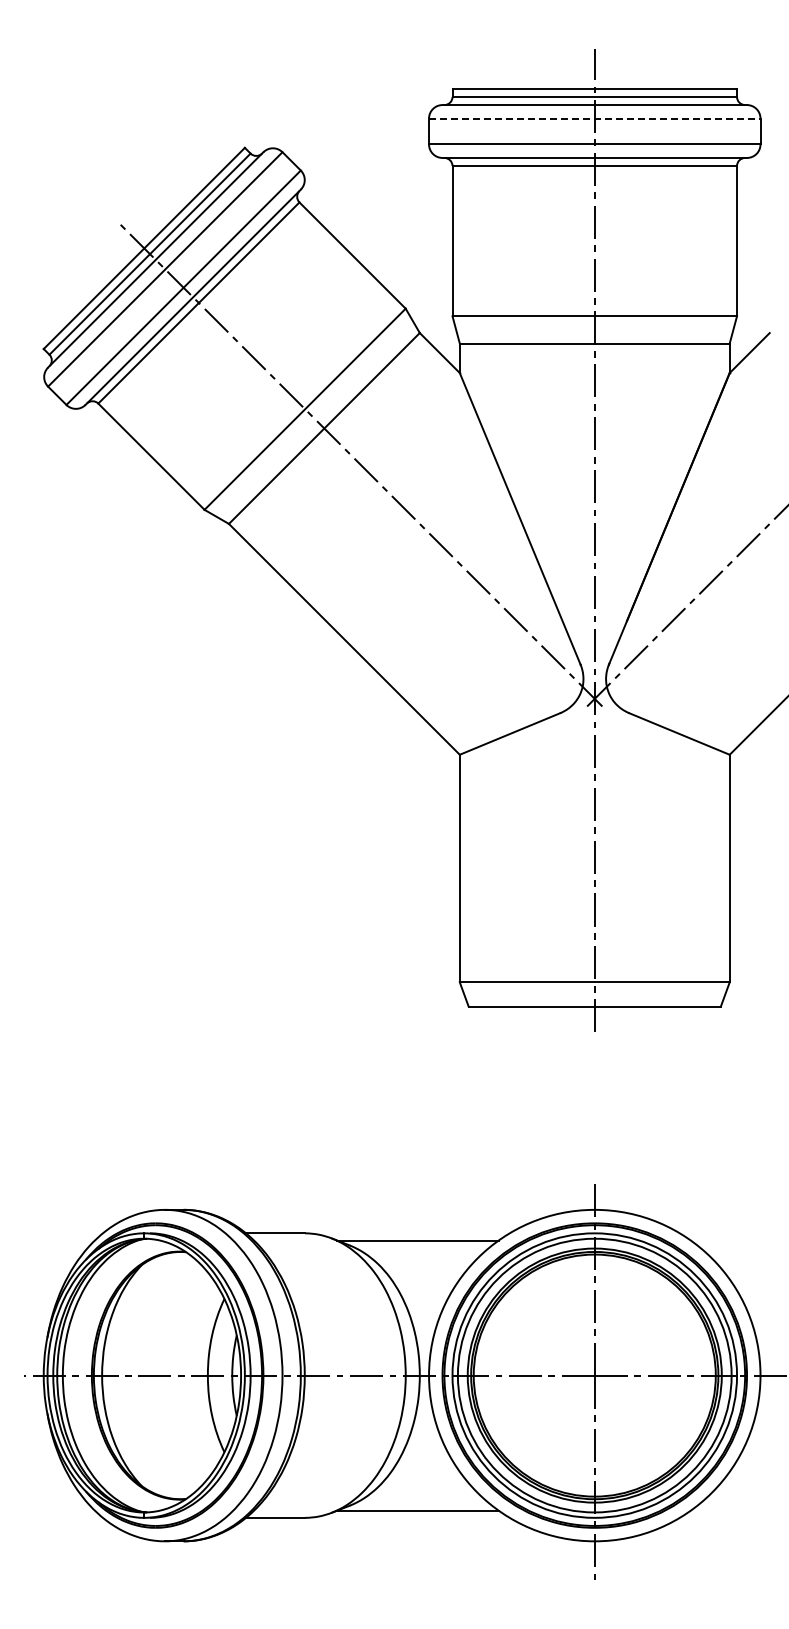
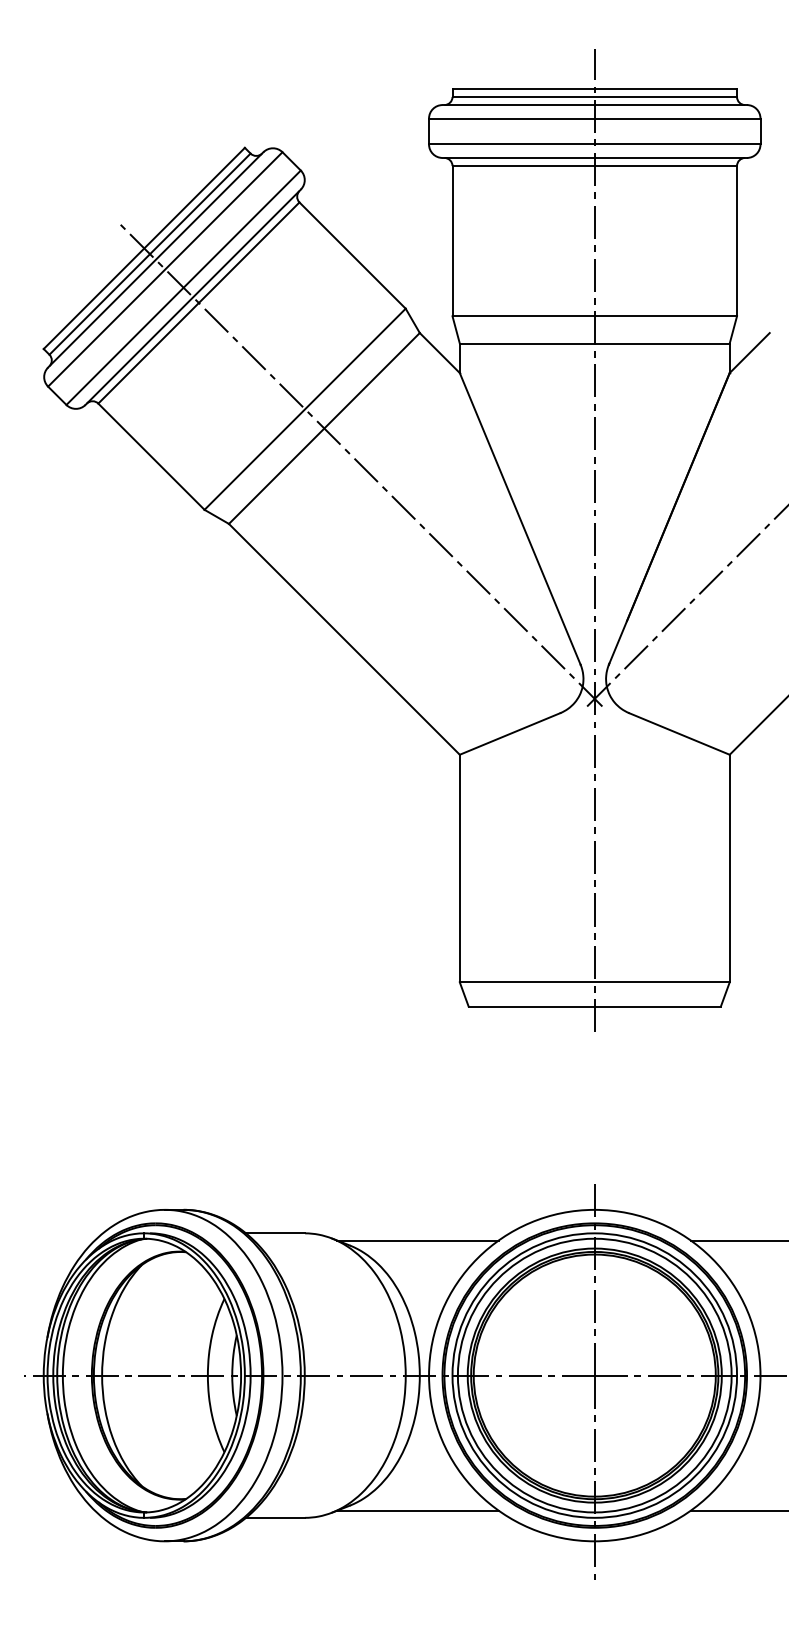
line at (594, 118): dashed -> solid
line at (737, 1240): none -> present
line at (737, 1510): none -> present
